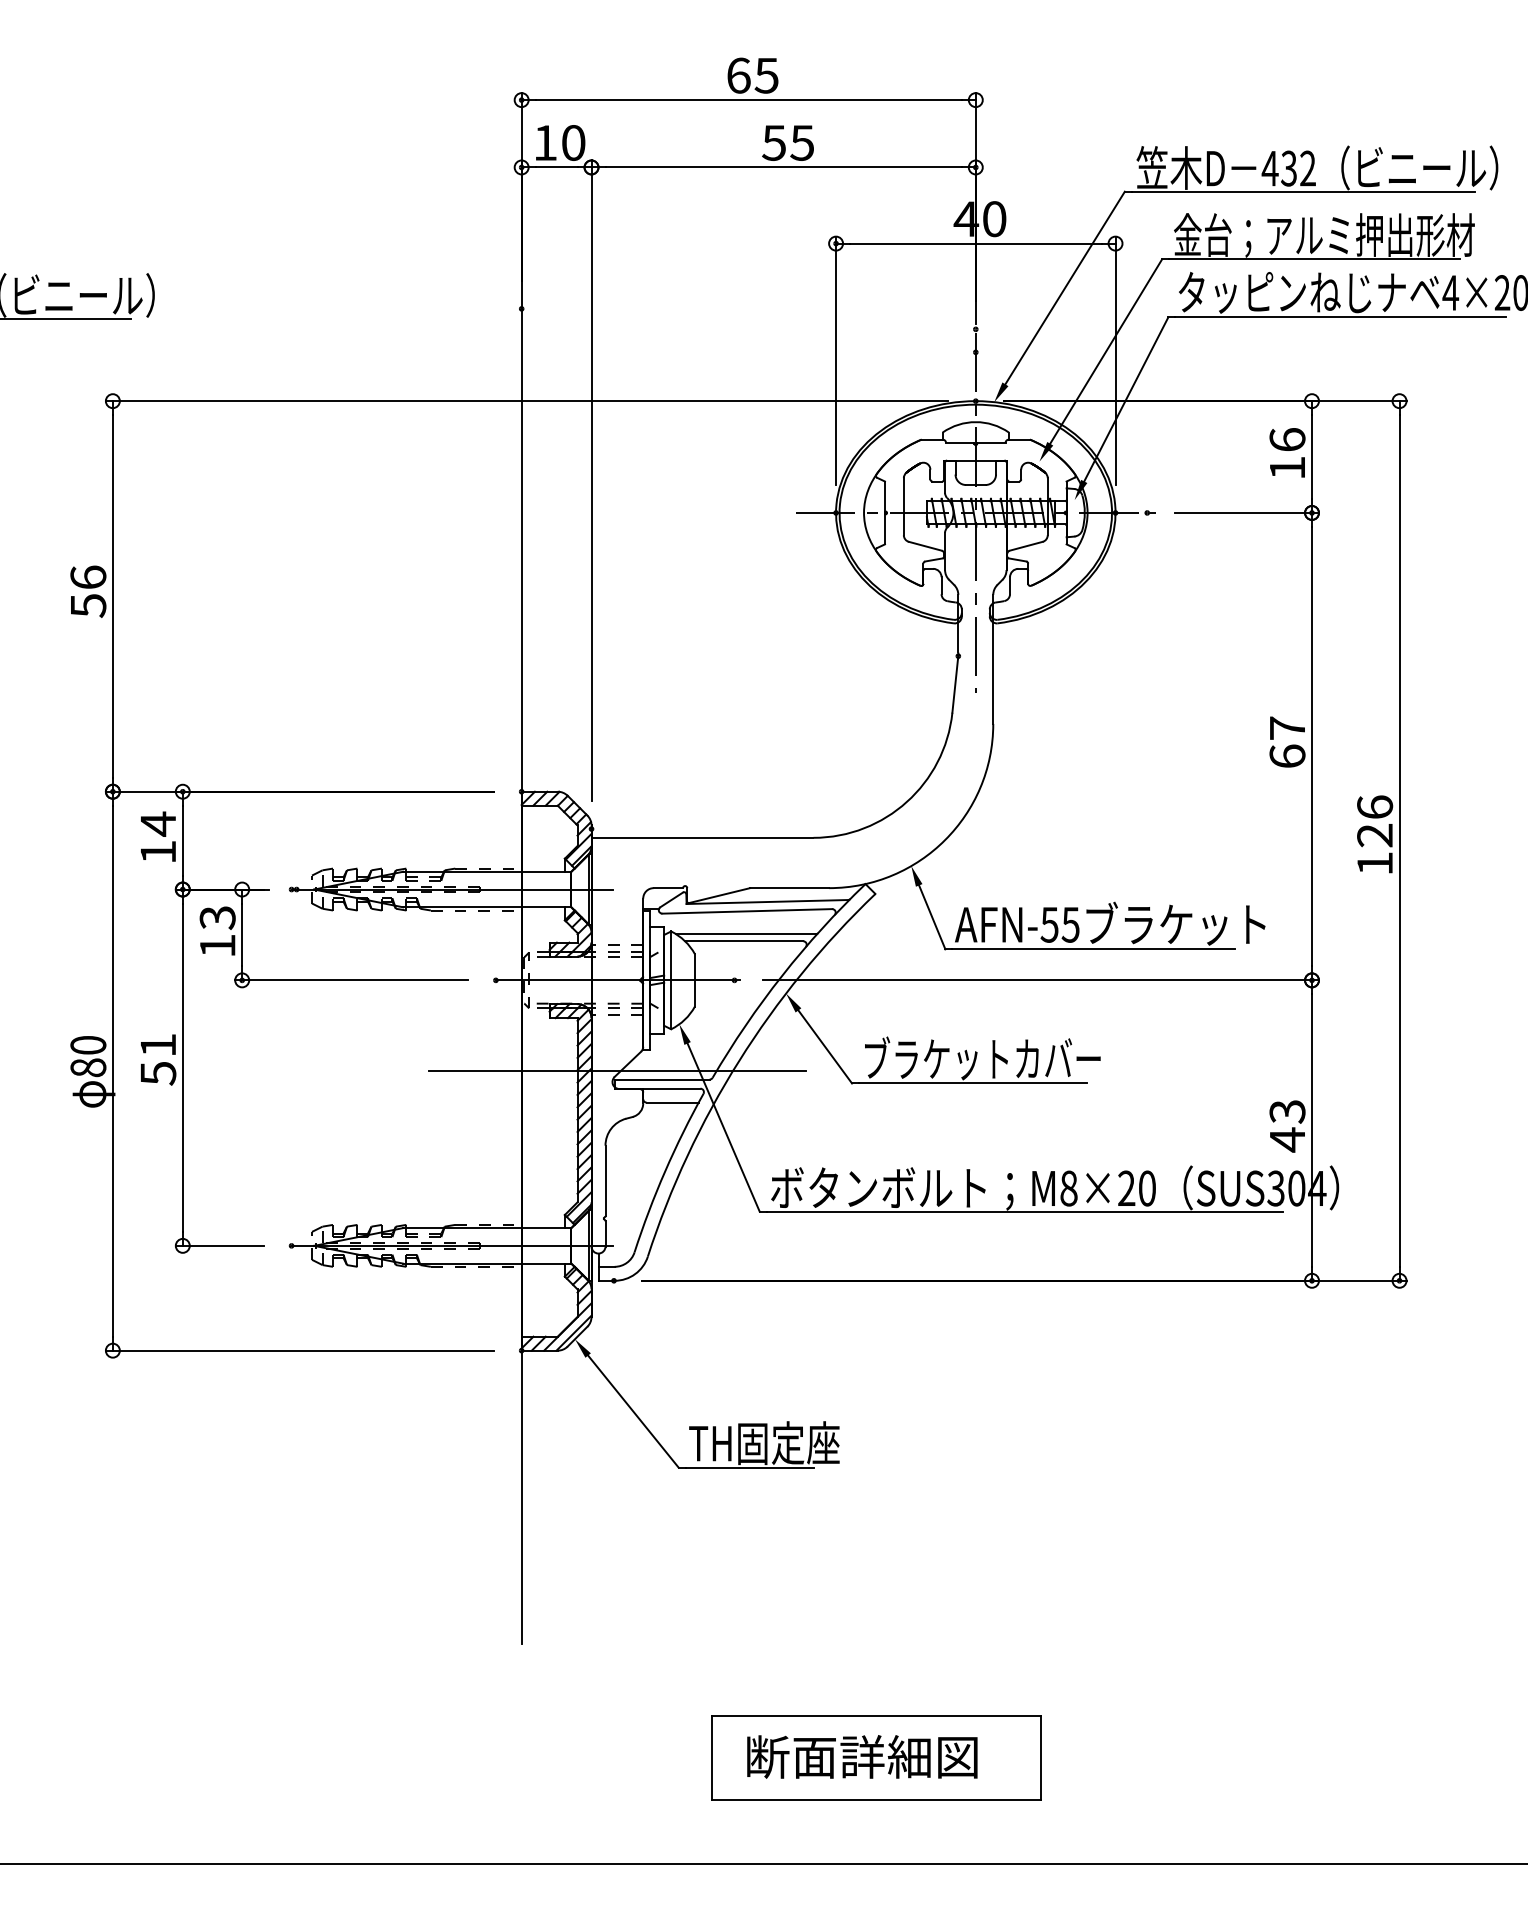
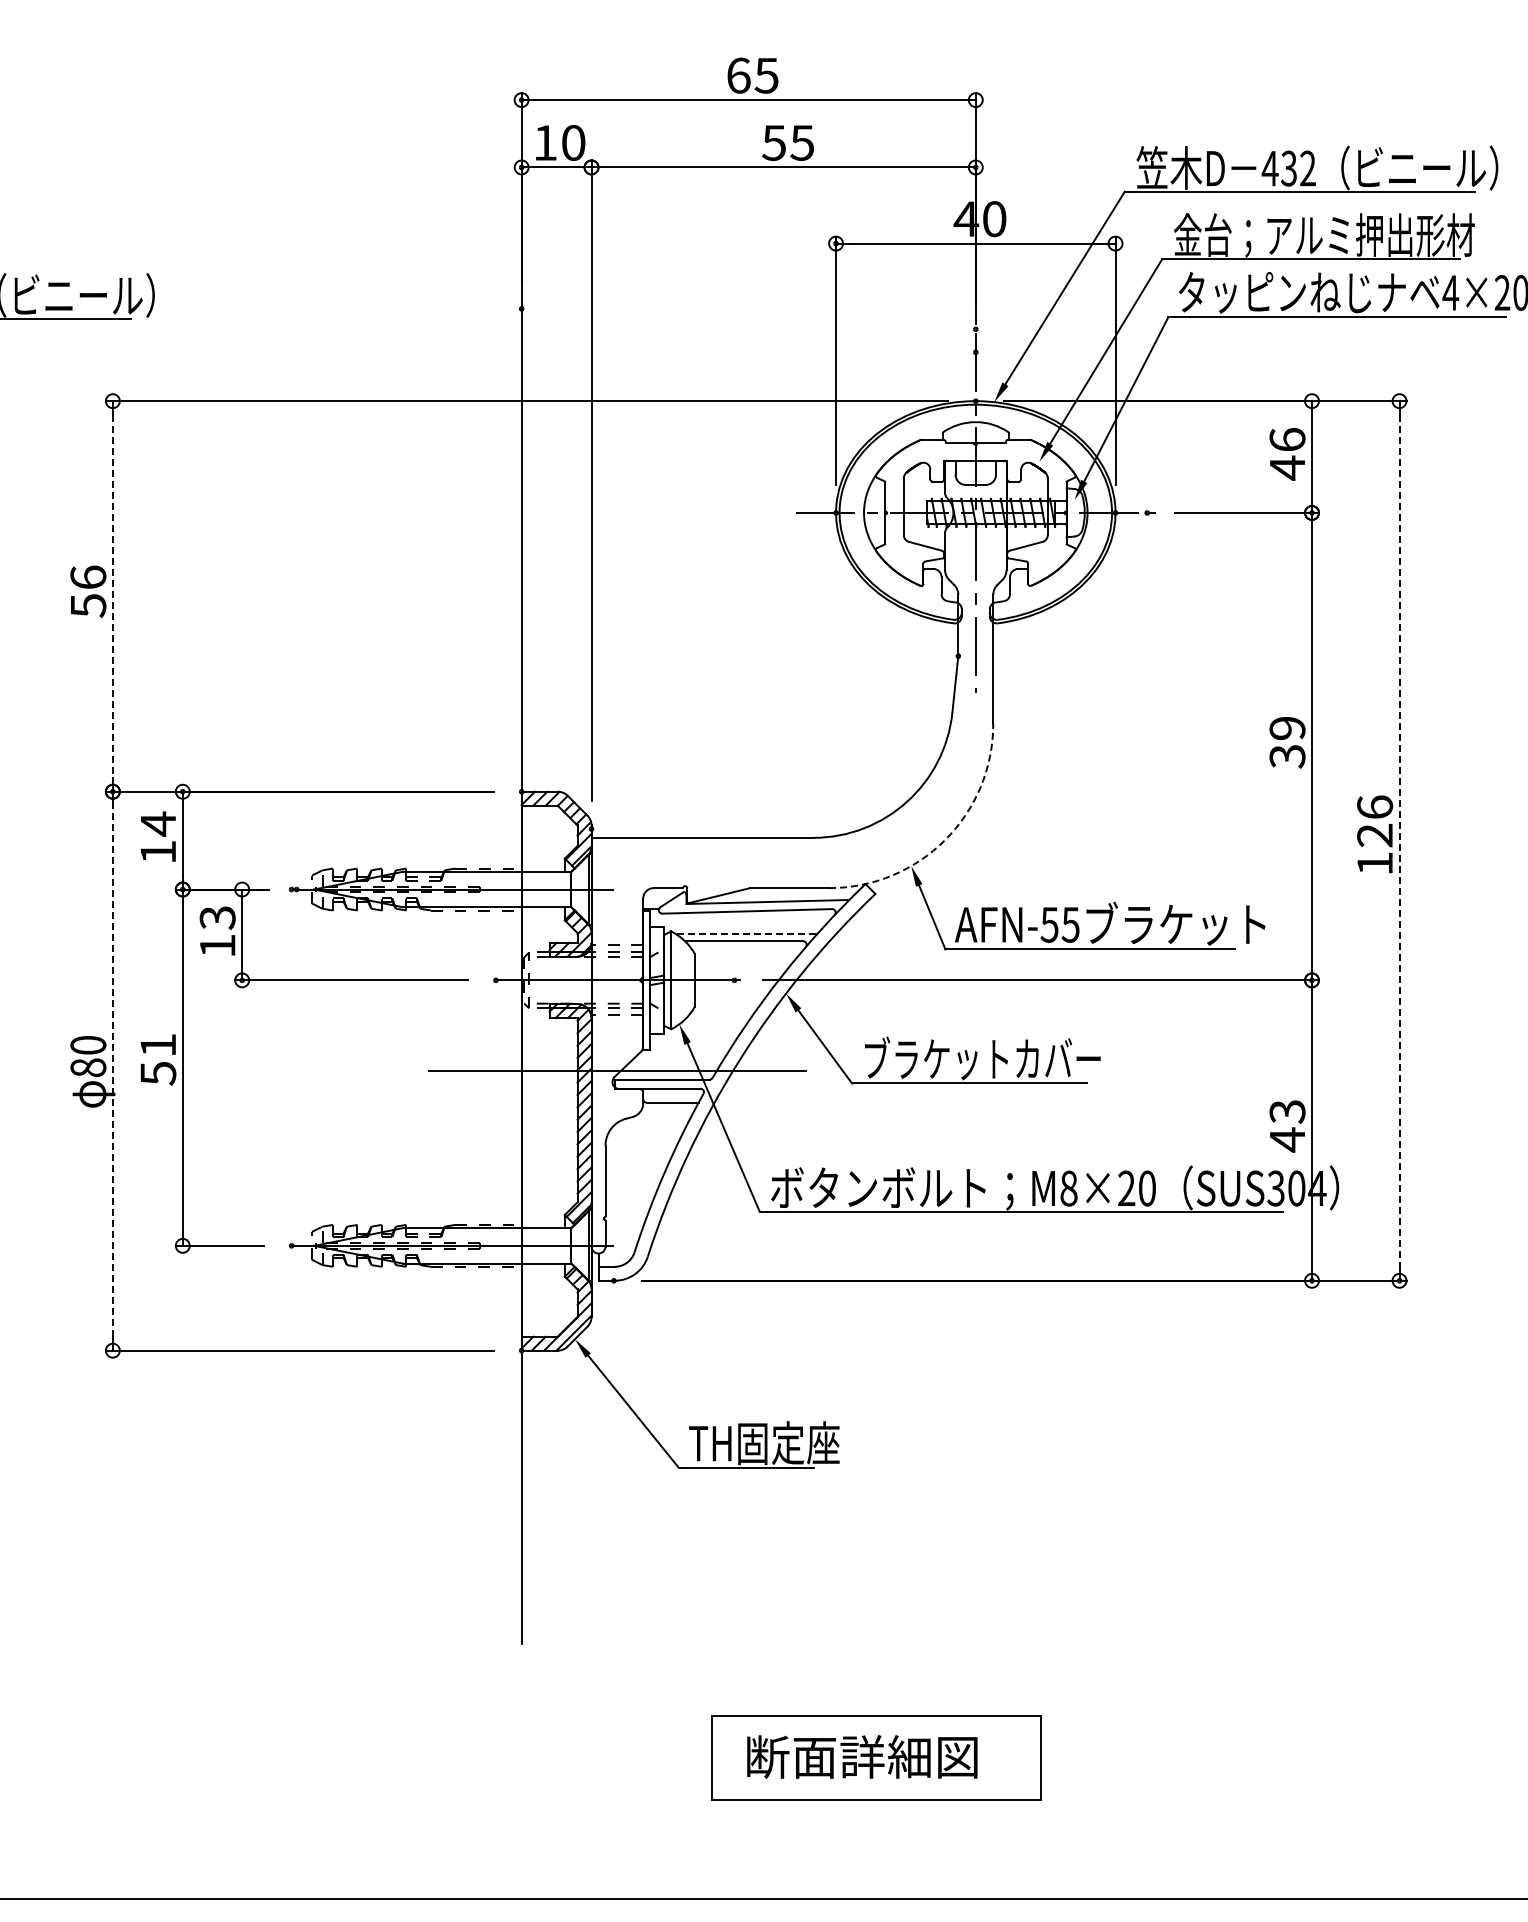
text at (1287, 467): 16 -> 46
line at (112, 596): solid -> dashed
text at (1287, 742): 67 -> 39
arc at (945, 840): solid -> dashed
line at (1399, 840): solid -> dashed
line at (745, 934): solid -> dashed
line at (112, 1070): solid -> dashed
line at (763, 1864) position: (763, 1864) -> (763, 1899)
